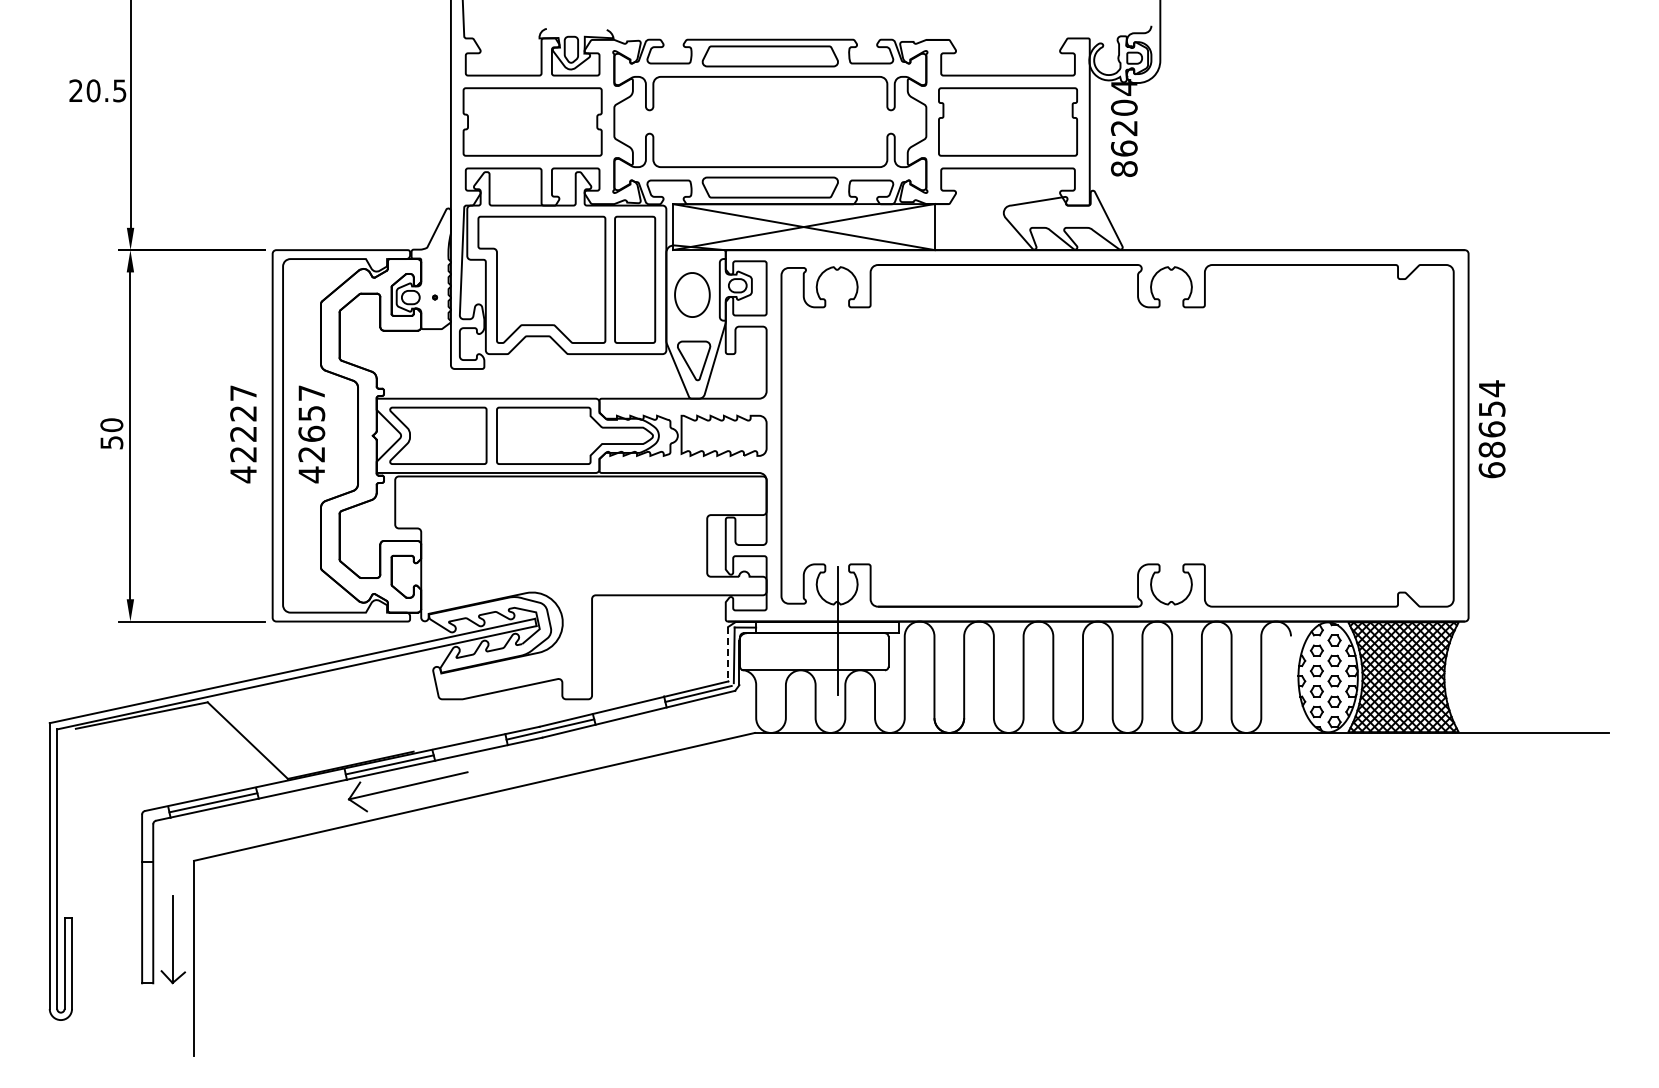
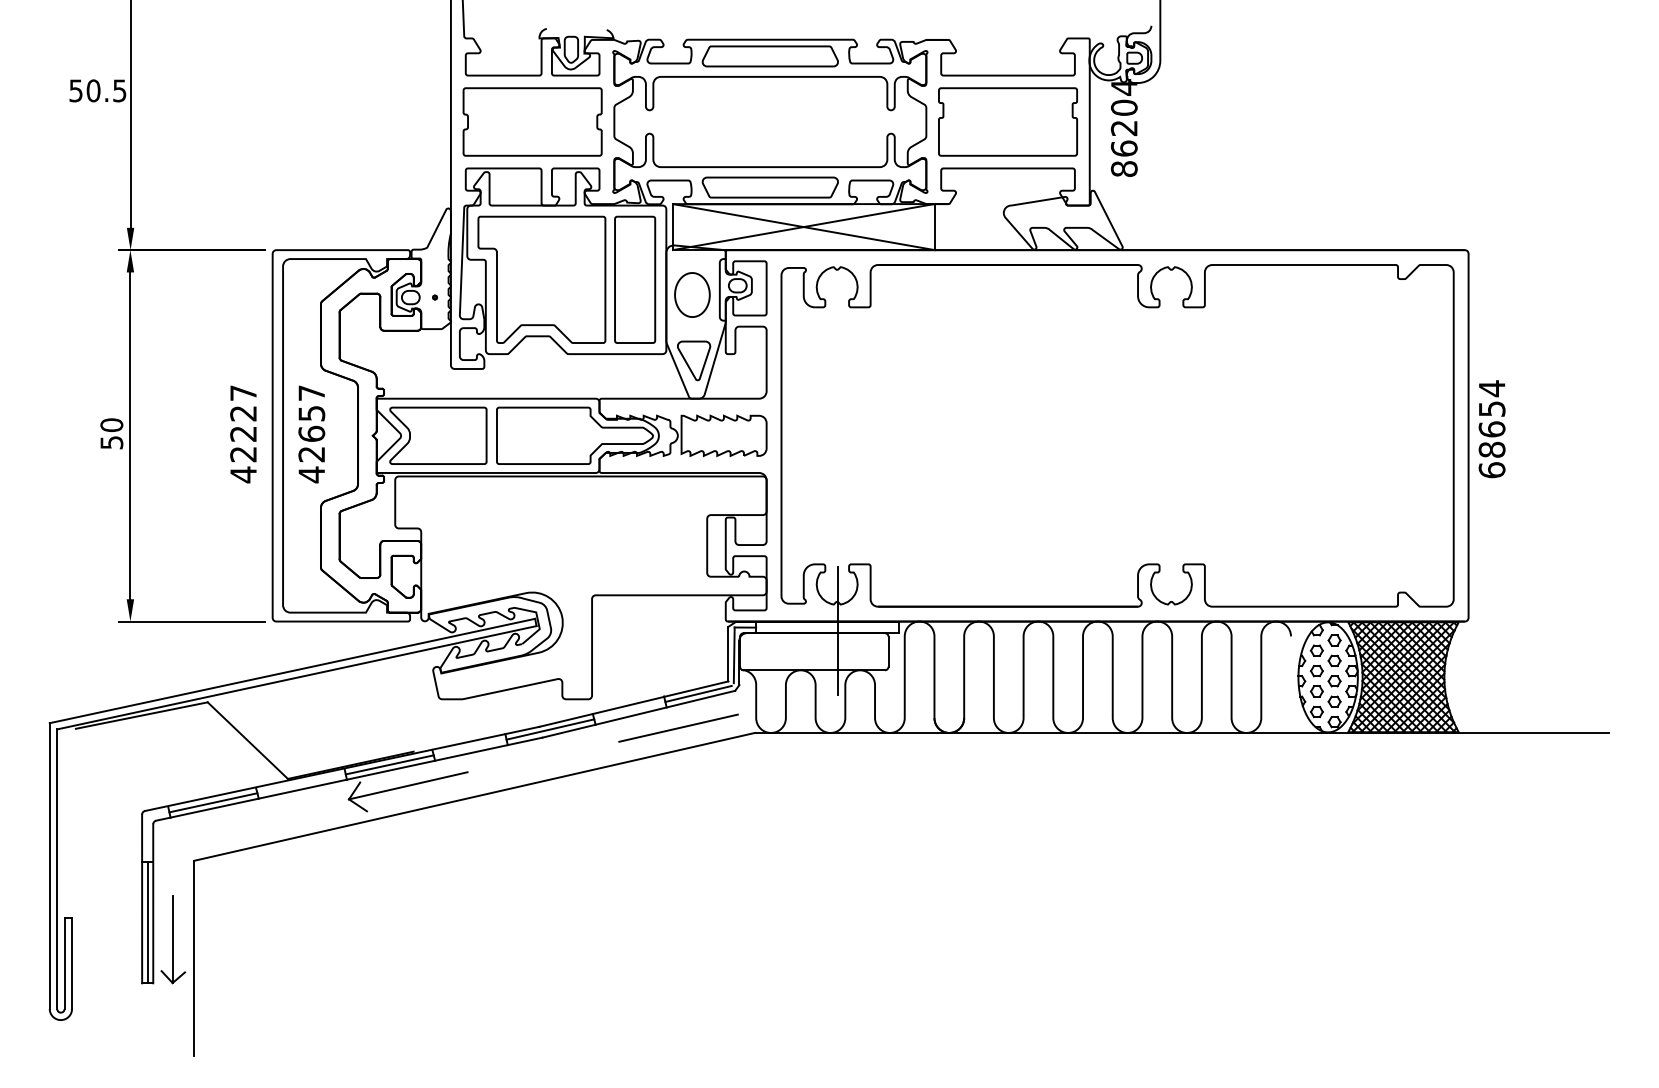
text at (75, 90): 20.5 -> 50.5
line at (728, 654): dashed -> solid
line at (678, 727): none -> present
line at (147, 922): none -> present
